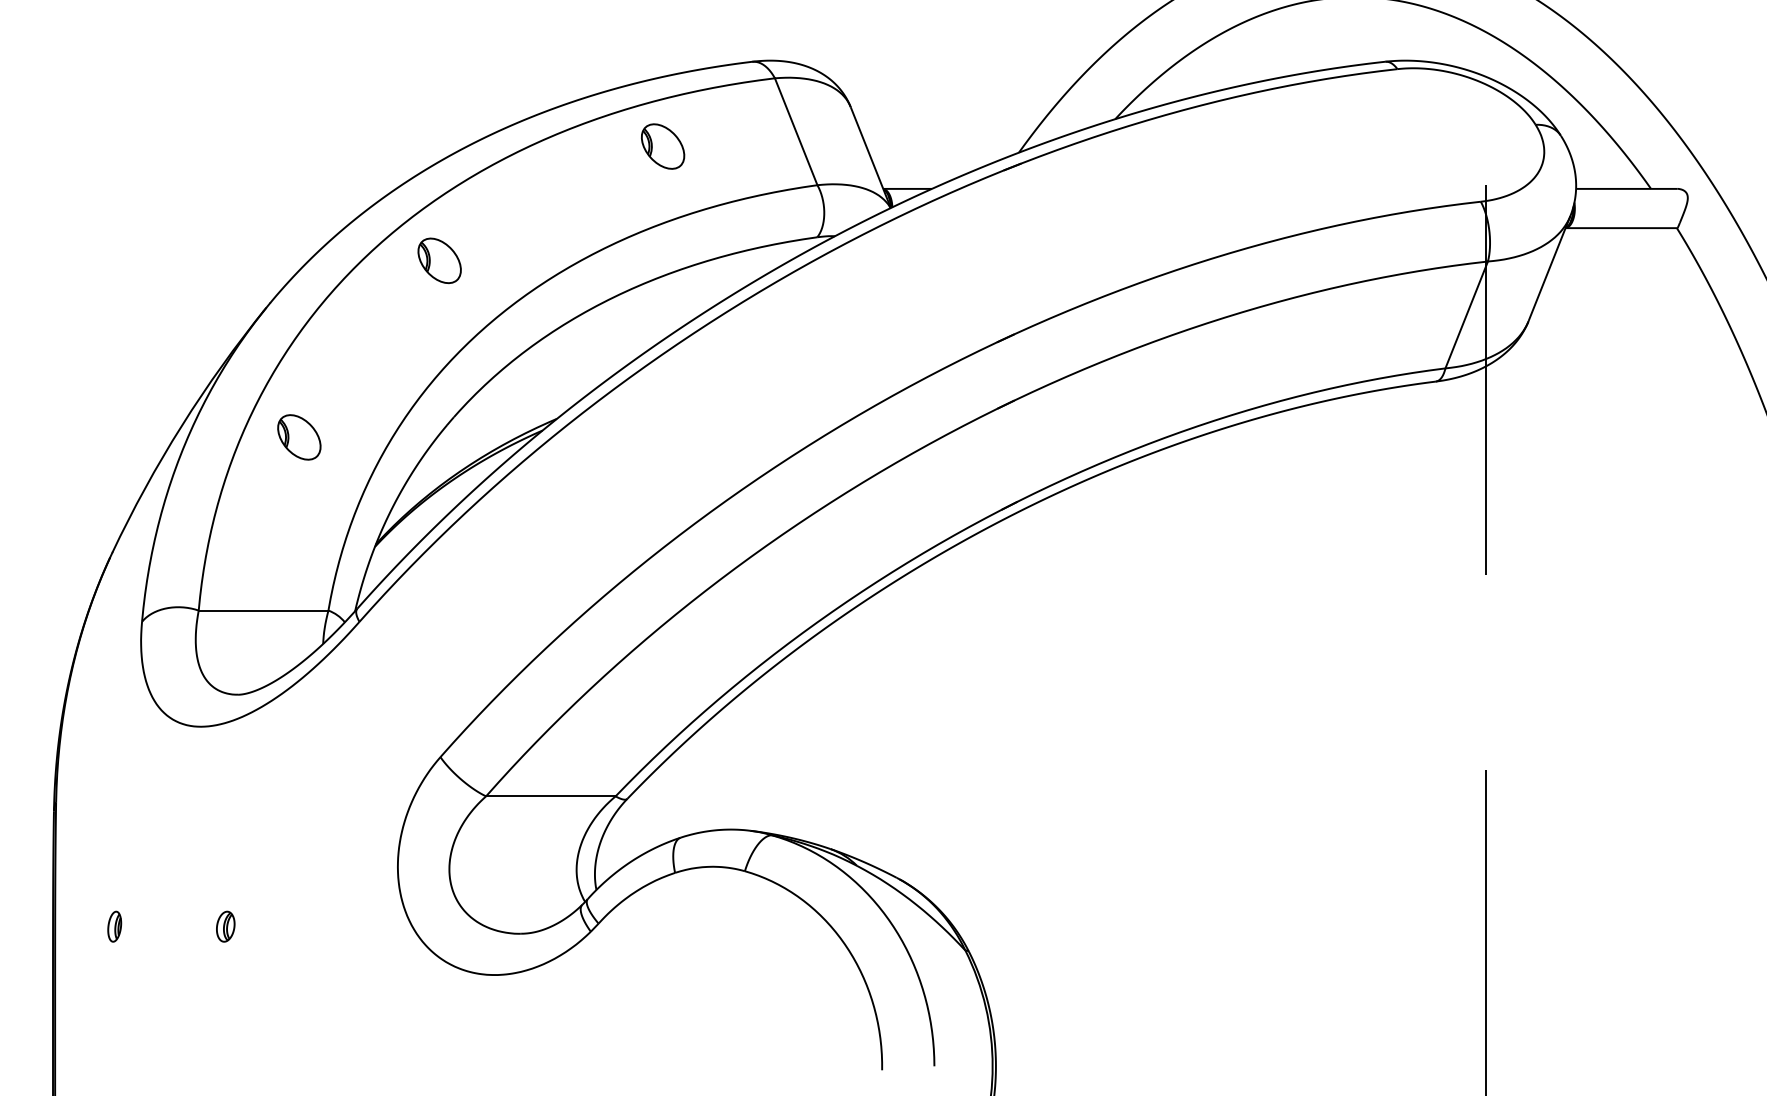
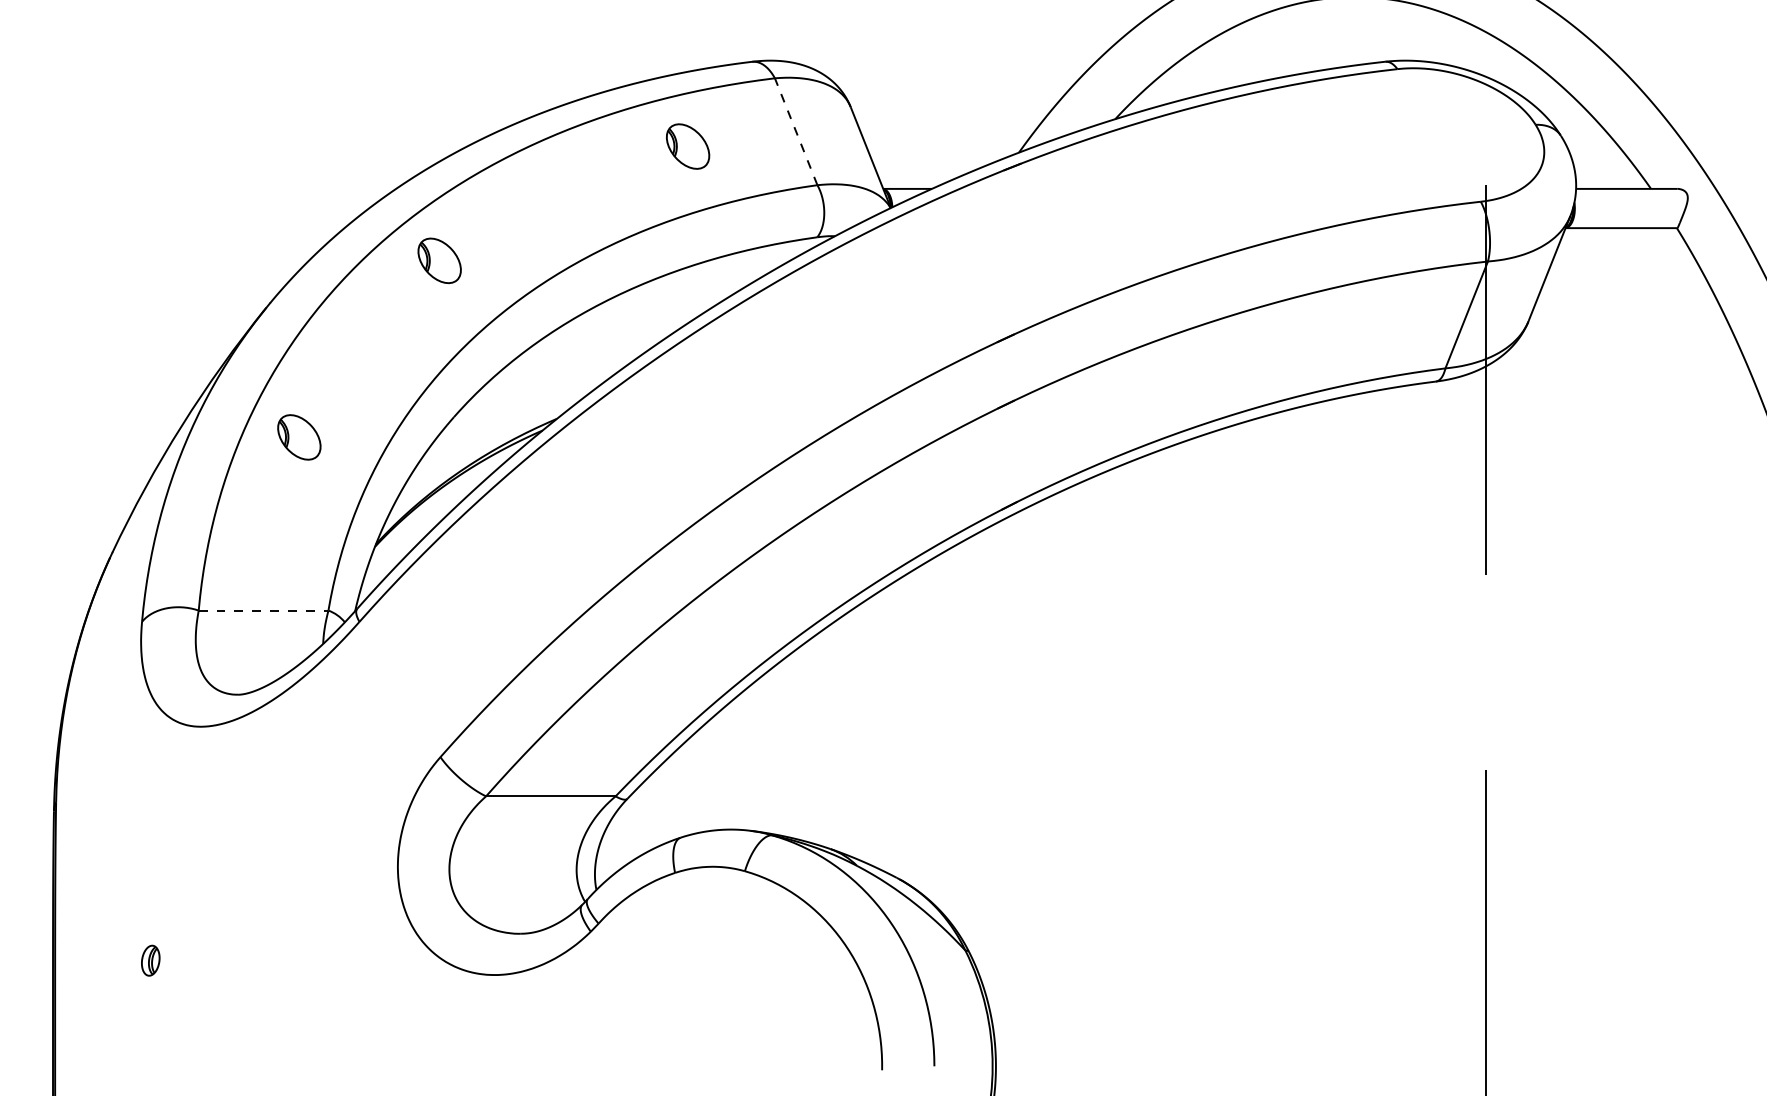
line at (796, 131): solid -> dashed
part at (663, 146) position: (663, 146) -> (688, 146)
line at (263, 610): solid -> dashed
part at (114, 926): present -> none
part at (225, 926) position: (225, 926) -> (150, 960)
